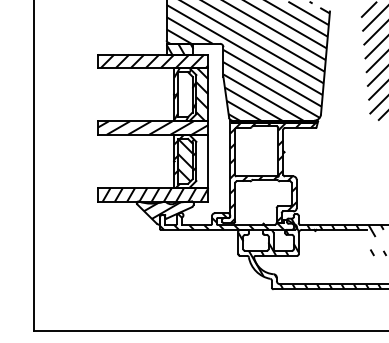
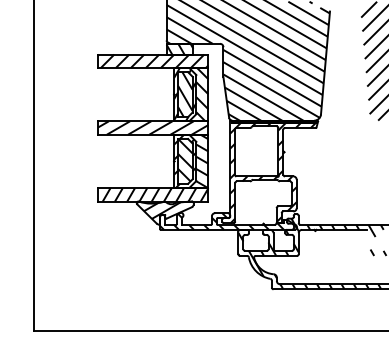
hatch at (185, 94): none -> present
hatch at (193, 161): none -> present
